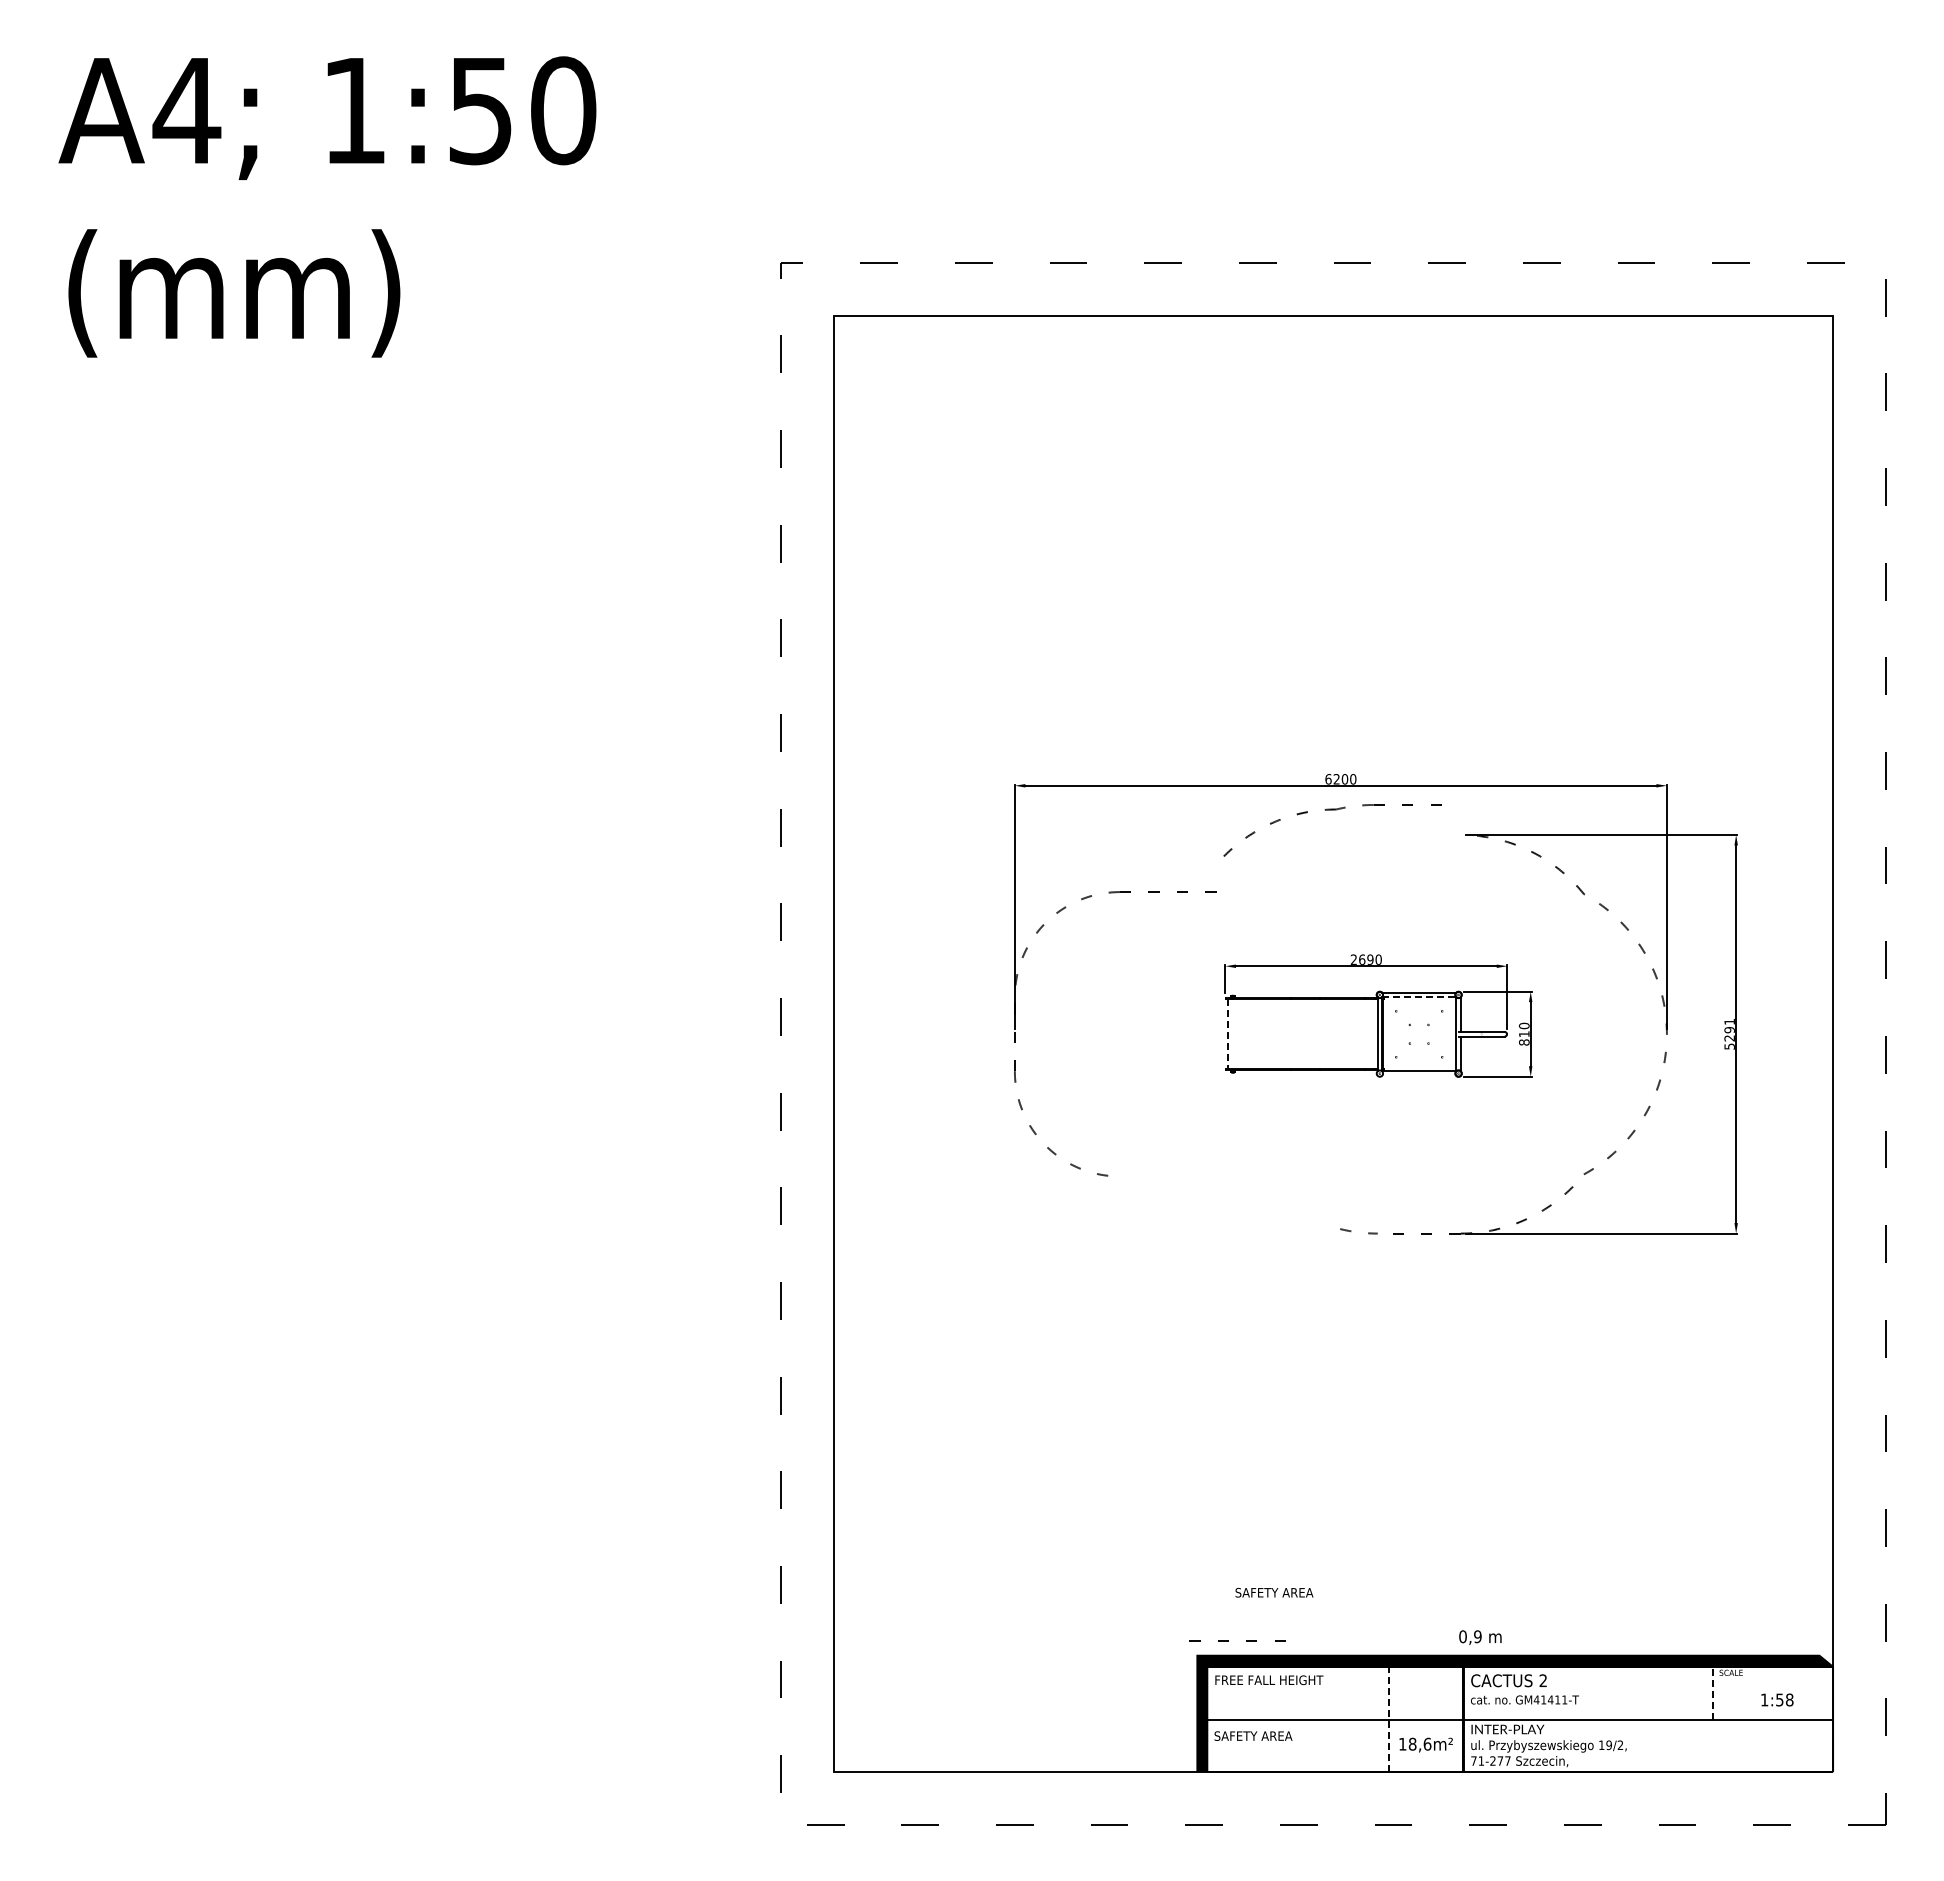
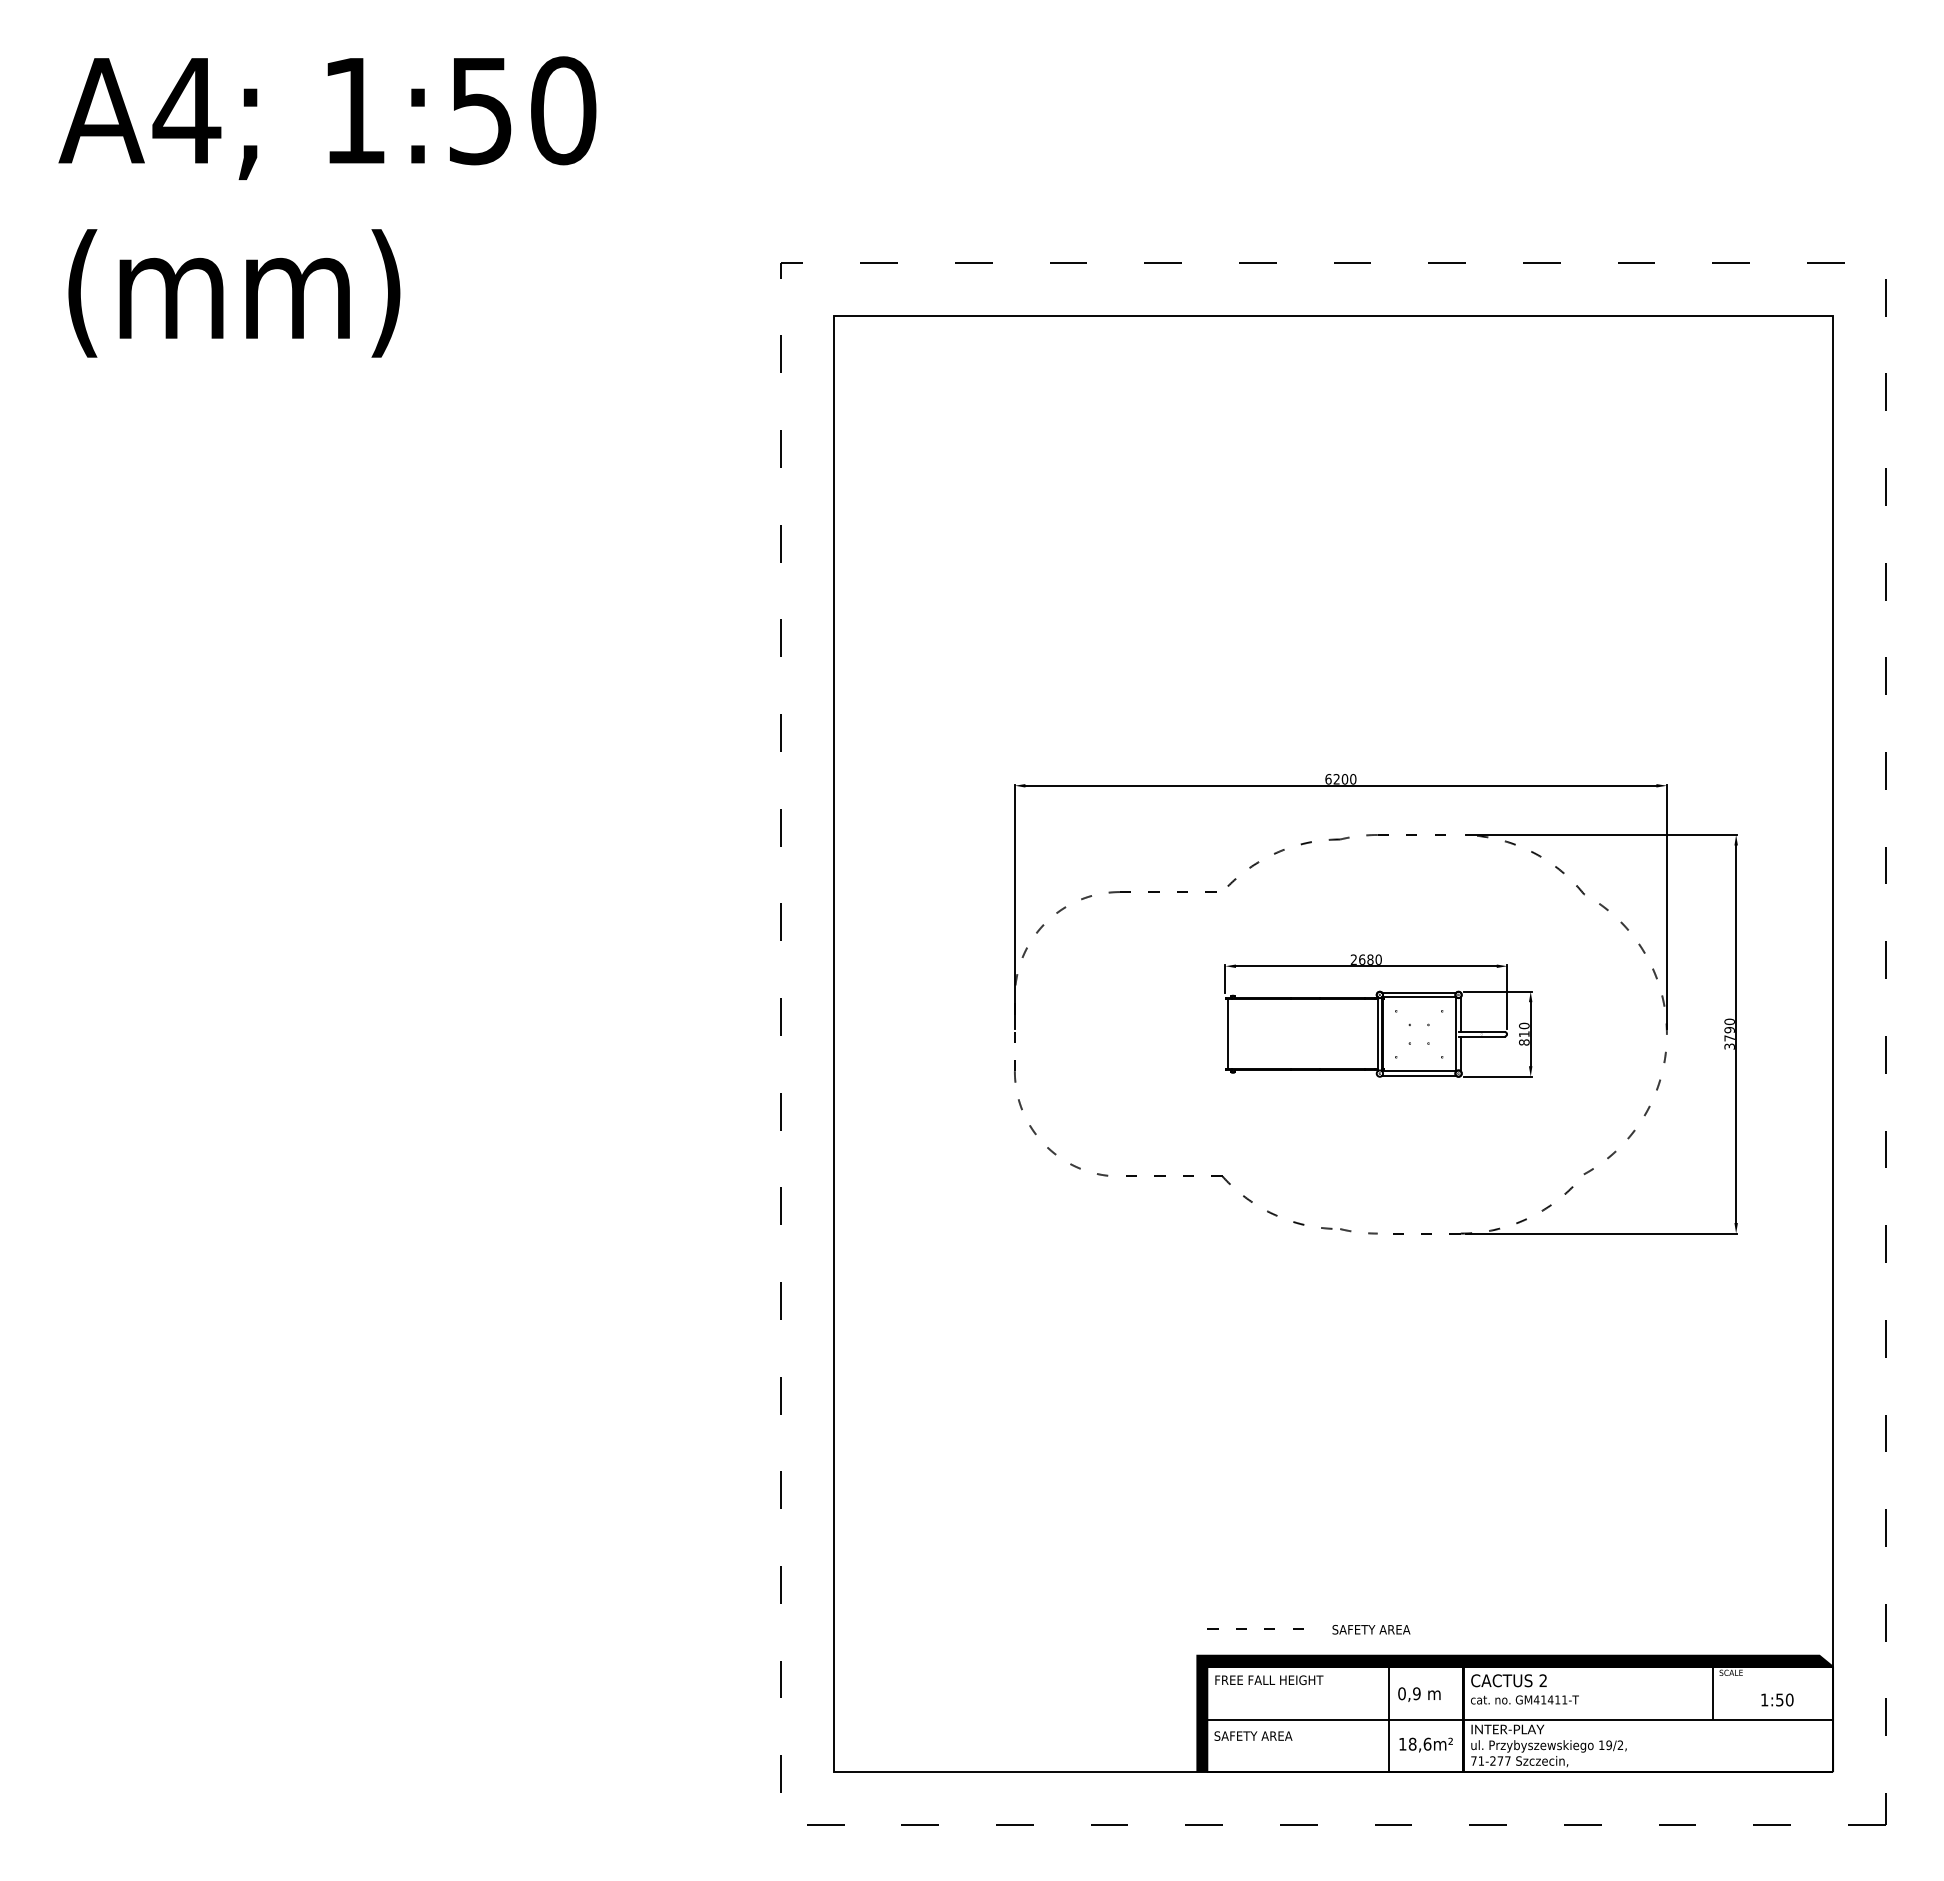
part at (1332, 810) position: (1332, 810) -> (1336, 840)
text at (1370, 959): 2690 -> 2680
line at (1419, 997): dashed -> solid
text at (1729, 1033): 5291 -> 3790
line at (1227, 1034): dashed -> solid
line at (1419, 1075): none -> present
part at (1243, 1197): none -> present
text at (1274, 1592) position: (1274, 1592) -> (1371, 1629)
text at (1480, 1637) position: (1480, 1637) -> (1419, 1694)
line at (1228, 1640) position: (1228, 1640) -> (1246, 1628)
line at (1713, 1692): dashed -> solid
text at (1789, 1699): 1:58 -> 1:50
line at (1389, 1719): dashed -> solid
